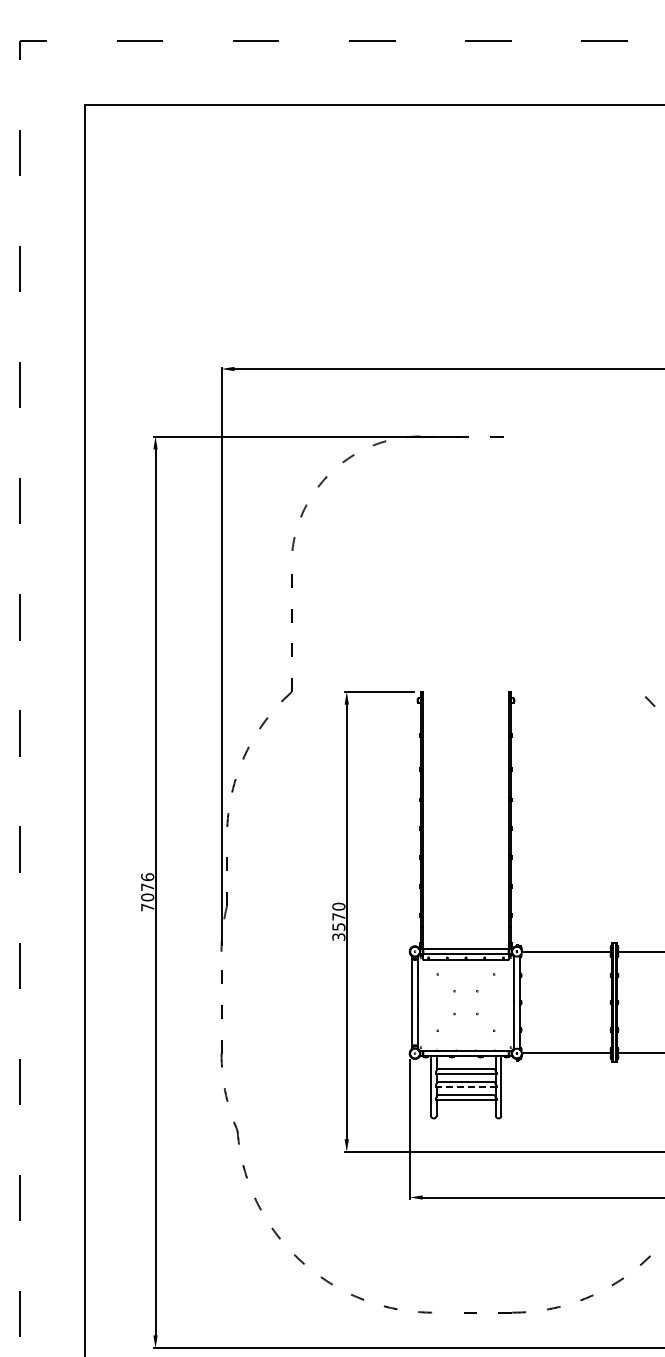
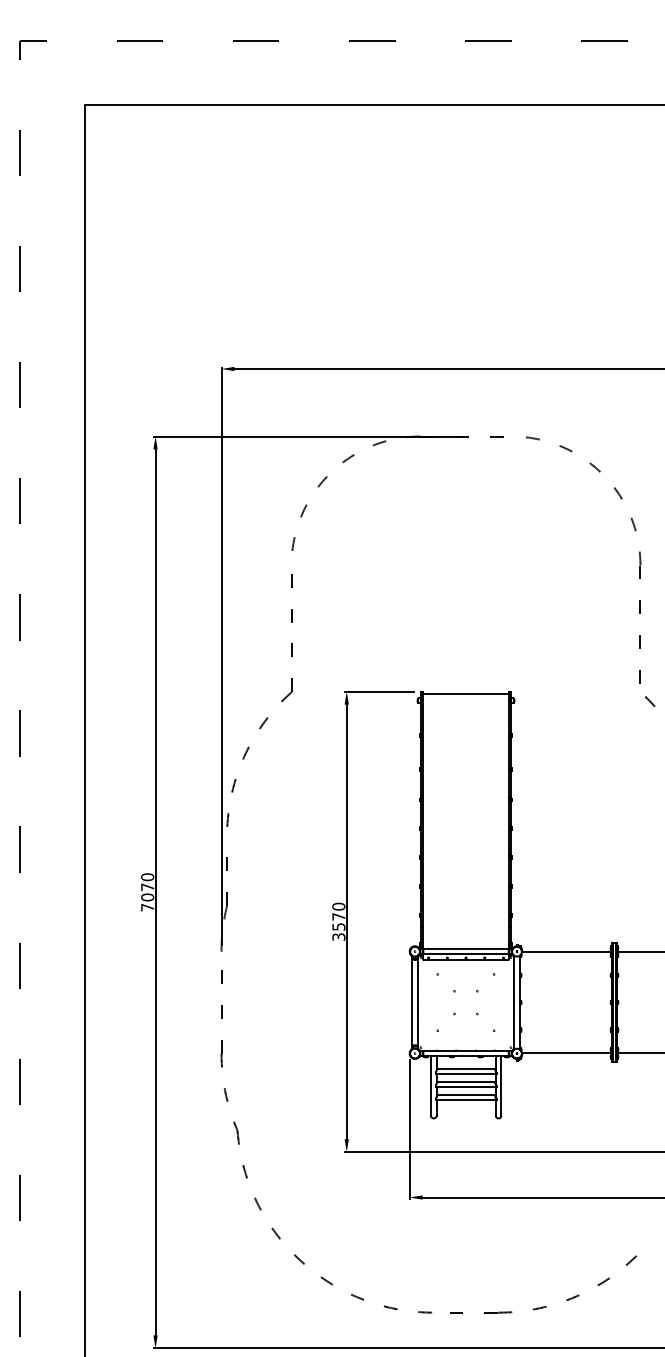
part at (638, 552): none -> present
line at (465, 694): none -> present
text at (147, 876): 7076 -> 7070
line at (466, 1086): dashed -> solid
part at (557, 1306) position: (557, 1306) -> (543, 1306)
